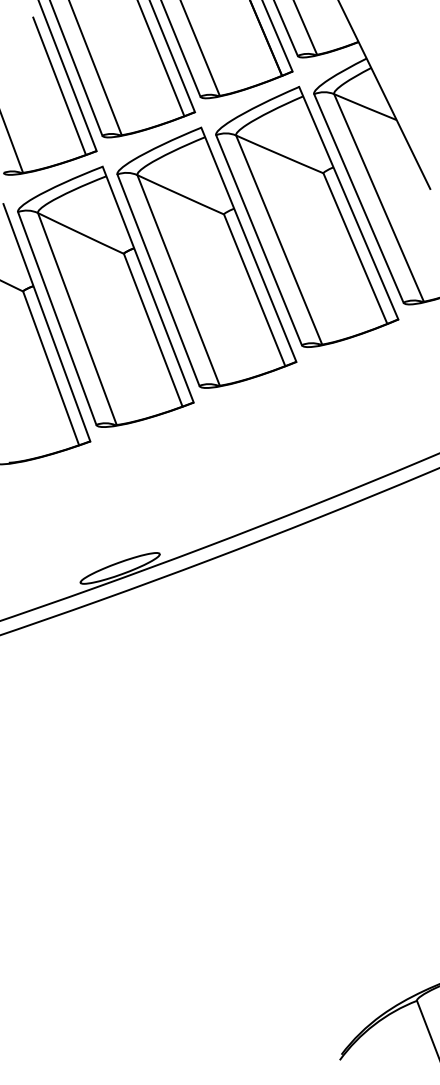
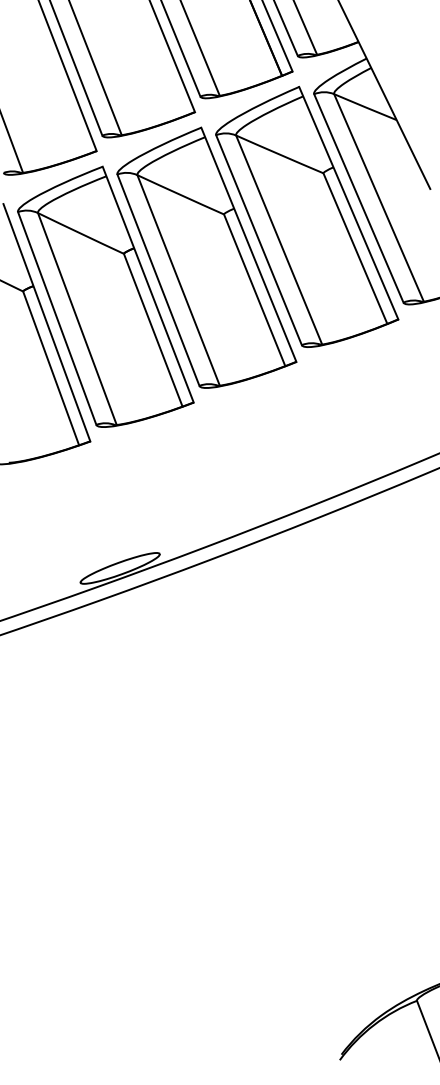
line at (161, 59): present -> none
line at (59, 85): present -> none
